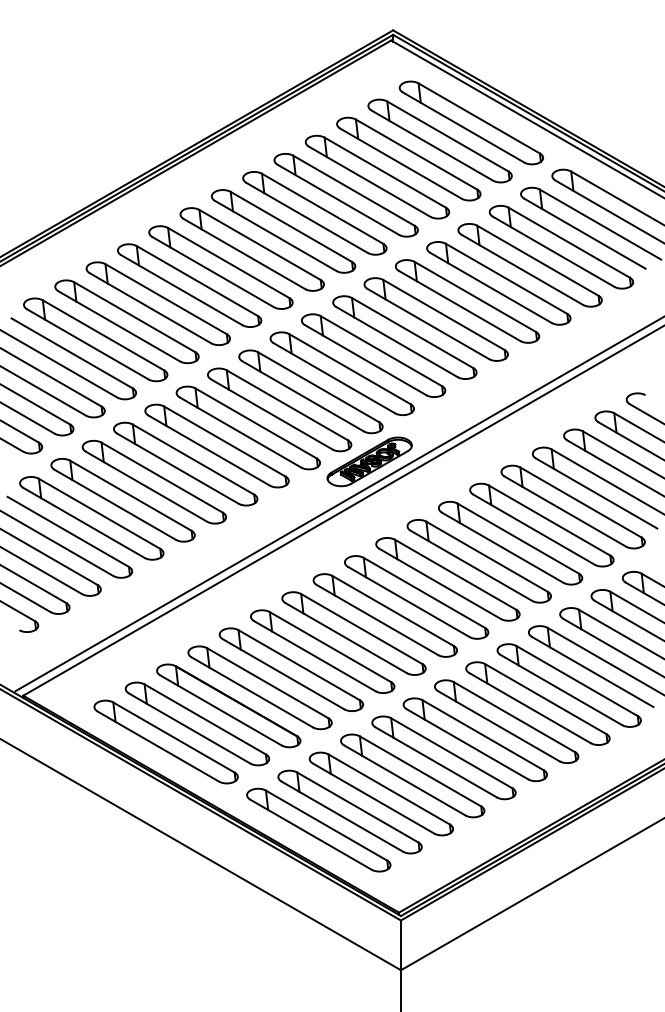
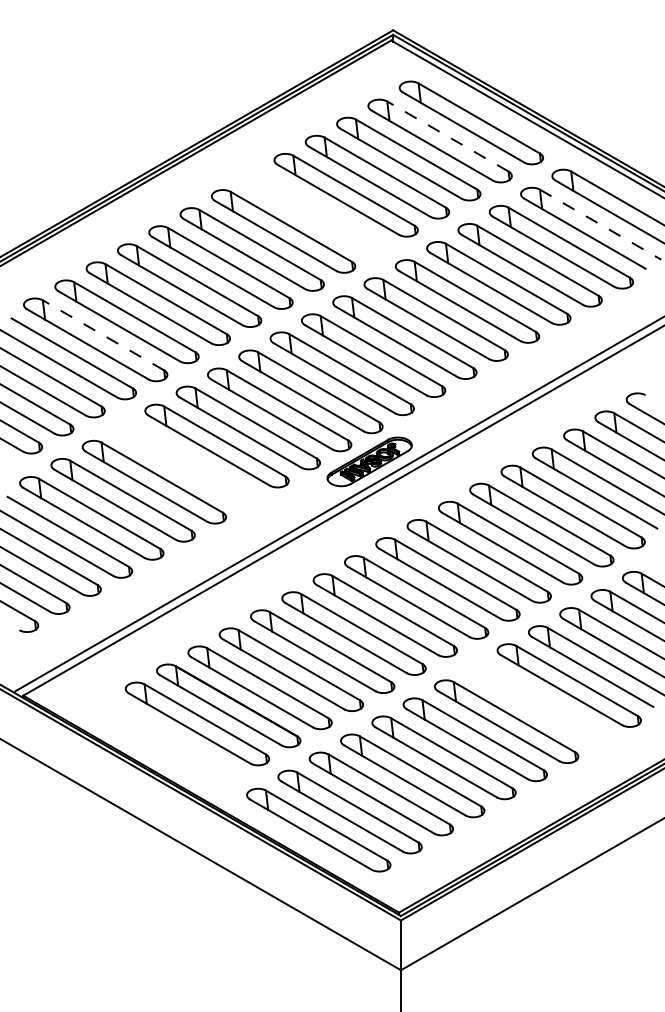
line at (447, 136): solid -> dashed
part at (314, 213): present -> none
line at (601, 224): solid -> dashed
line at (103, 335): solid -> dashed
part at (185, 463): present -> none
part at (537, 703): present -> none
part at (165, 741): present -> none
